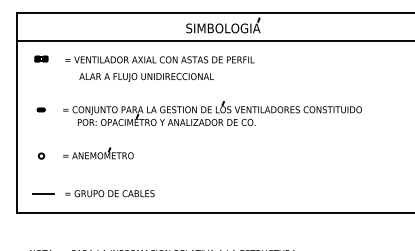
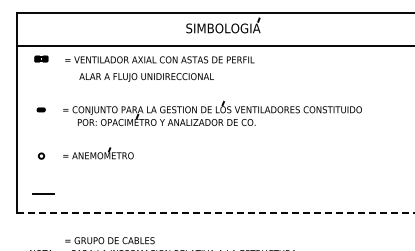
line at (213, 41) position: (213, 41) -> (213, 46)
text at (109, 193) position: (109, 193) -> (109, 240)
line at (215, 212): solid -> dashed
